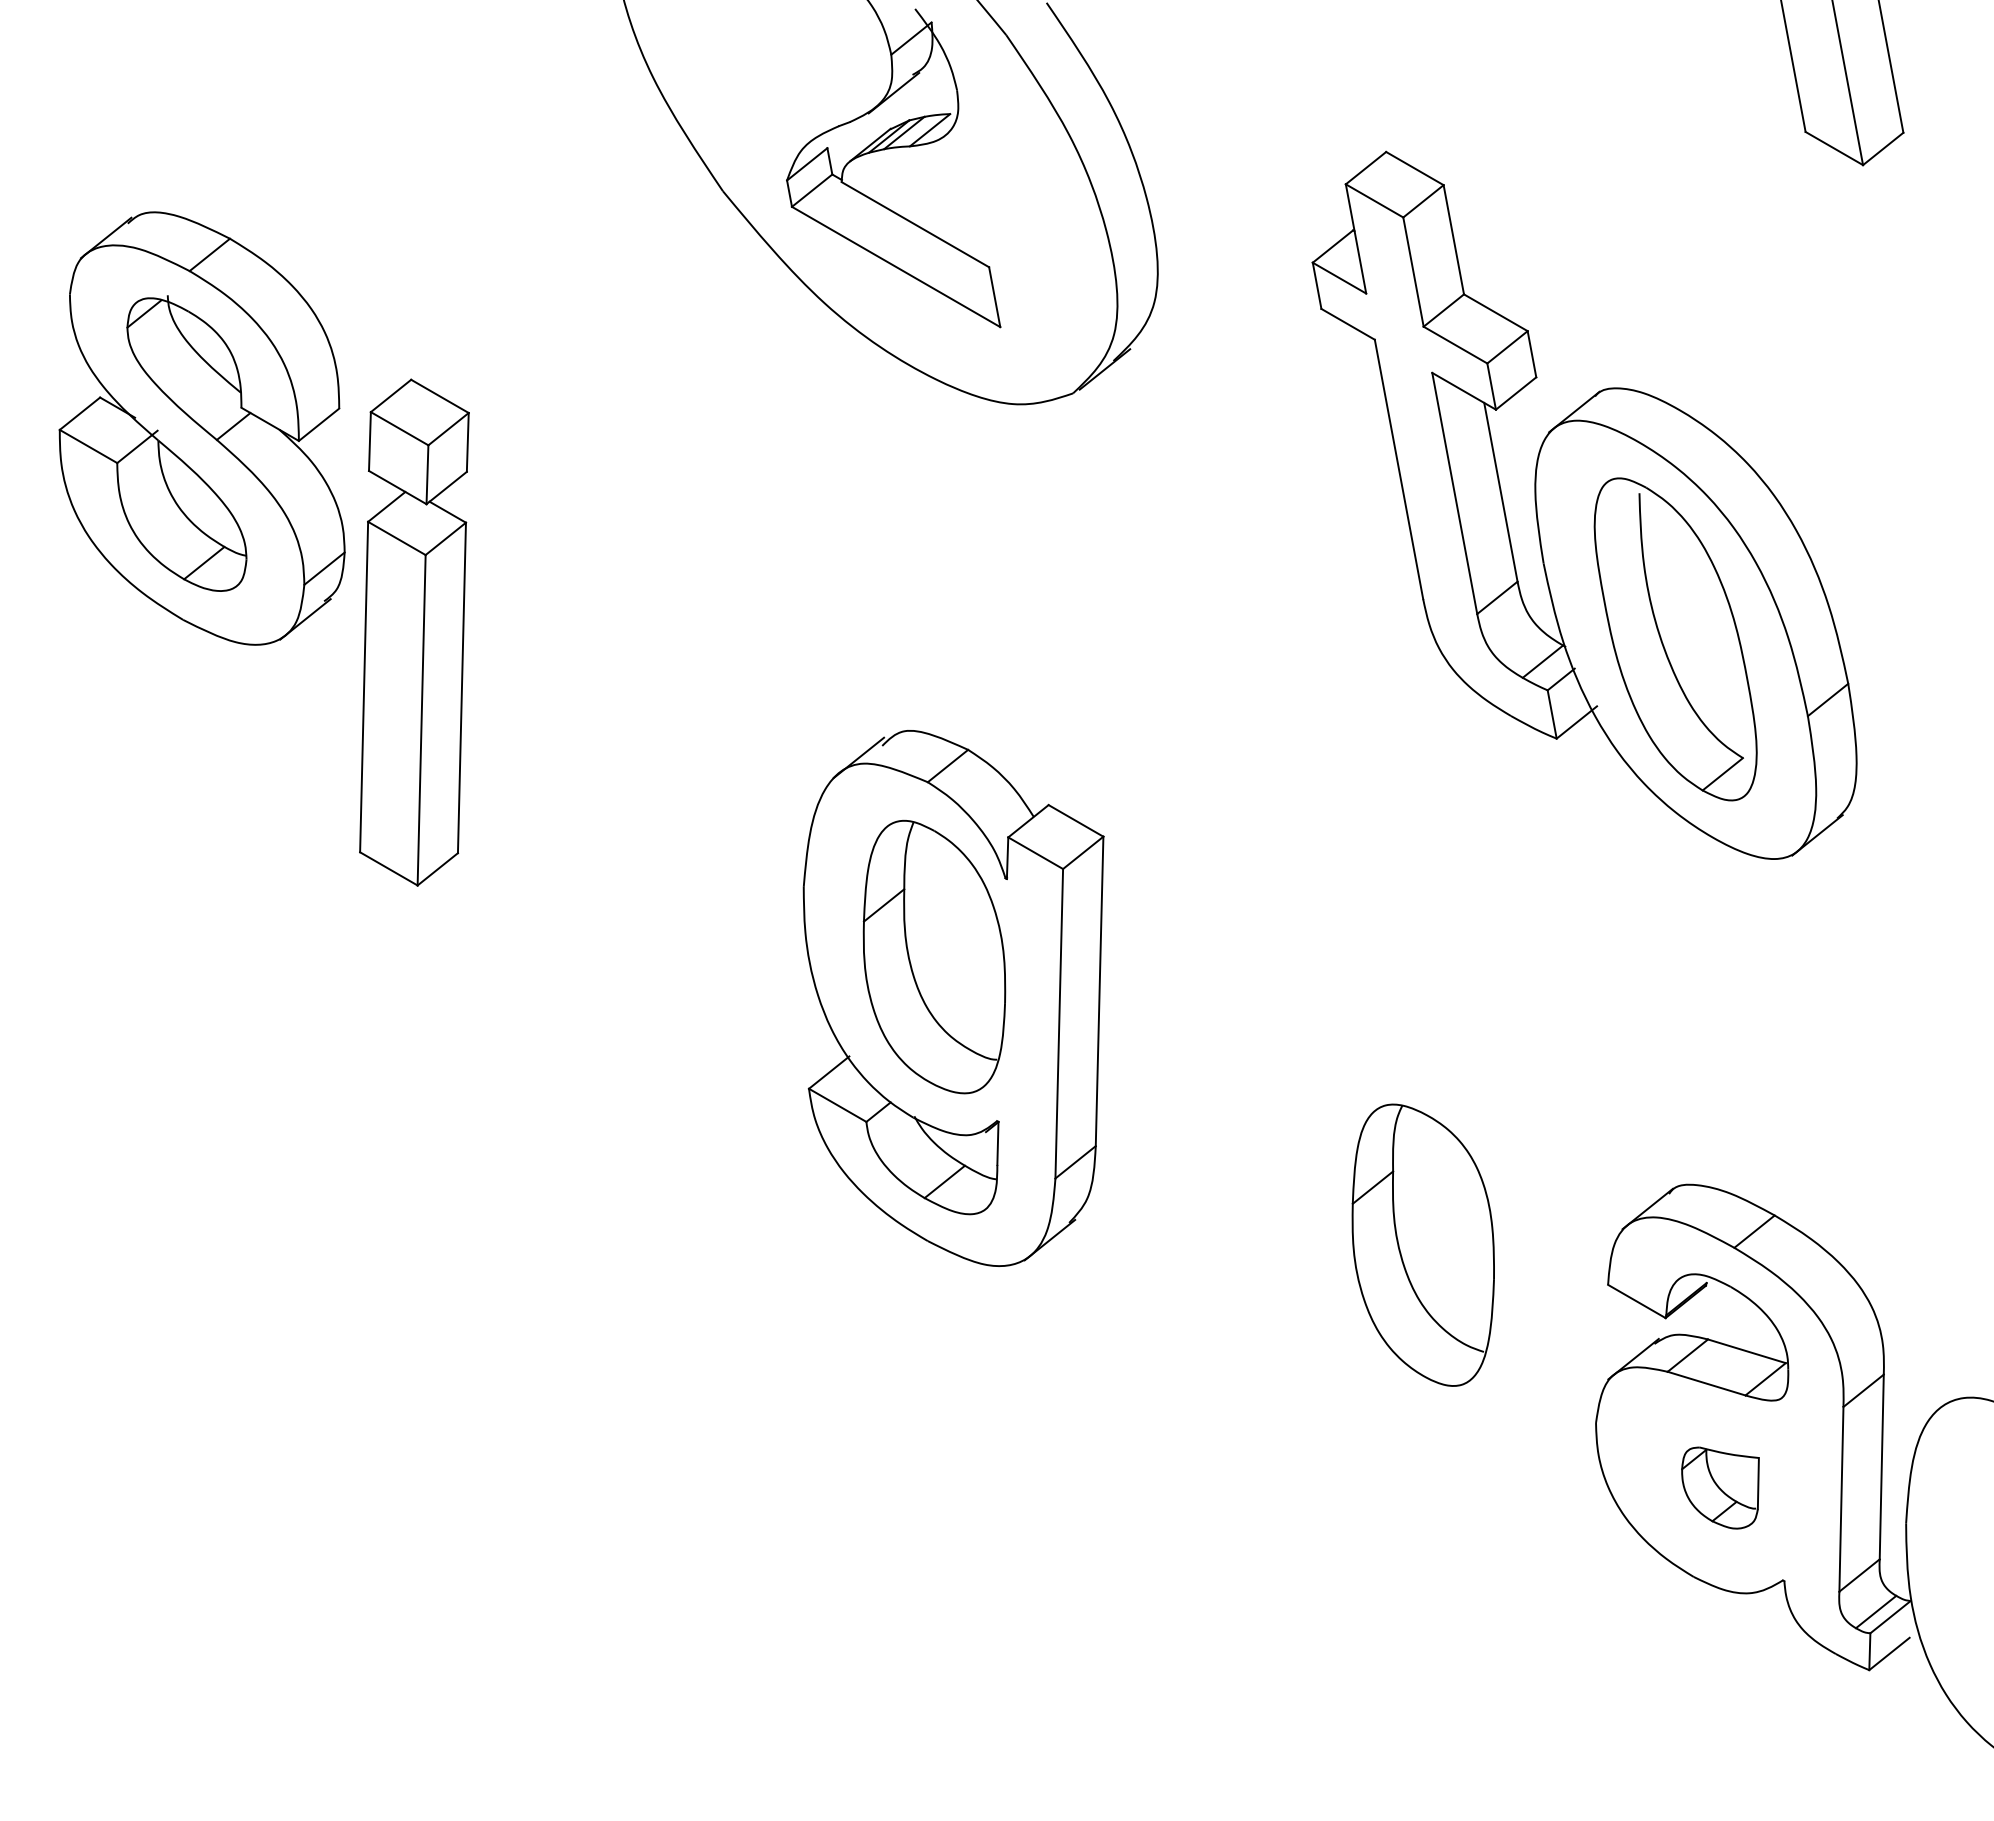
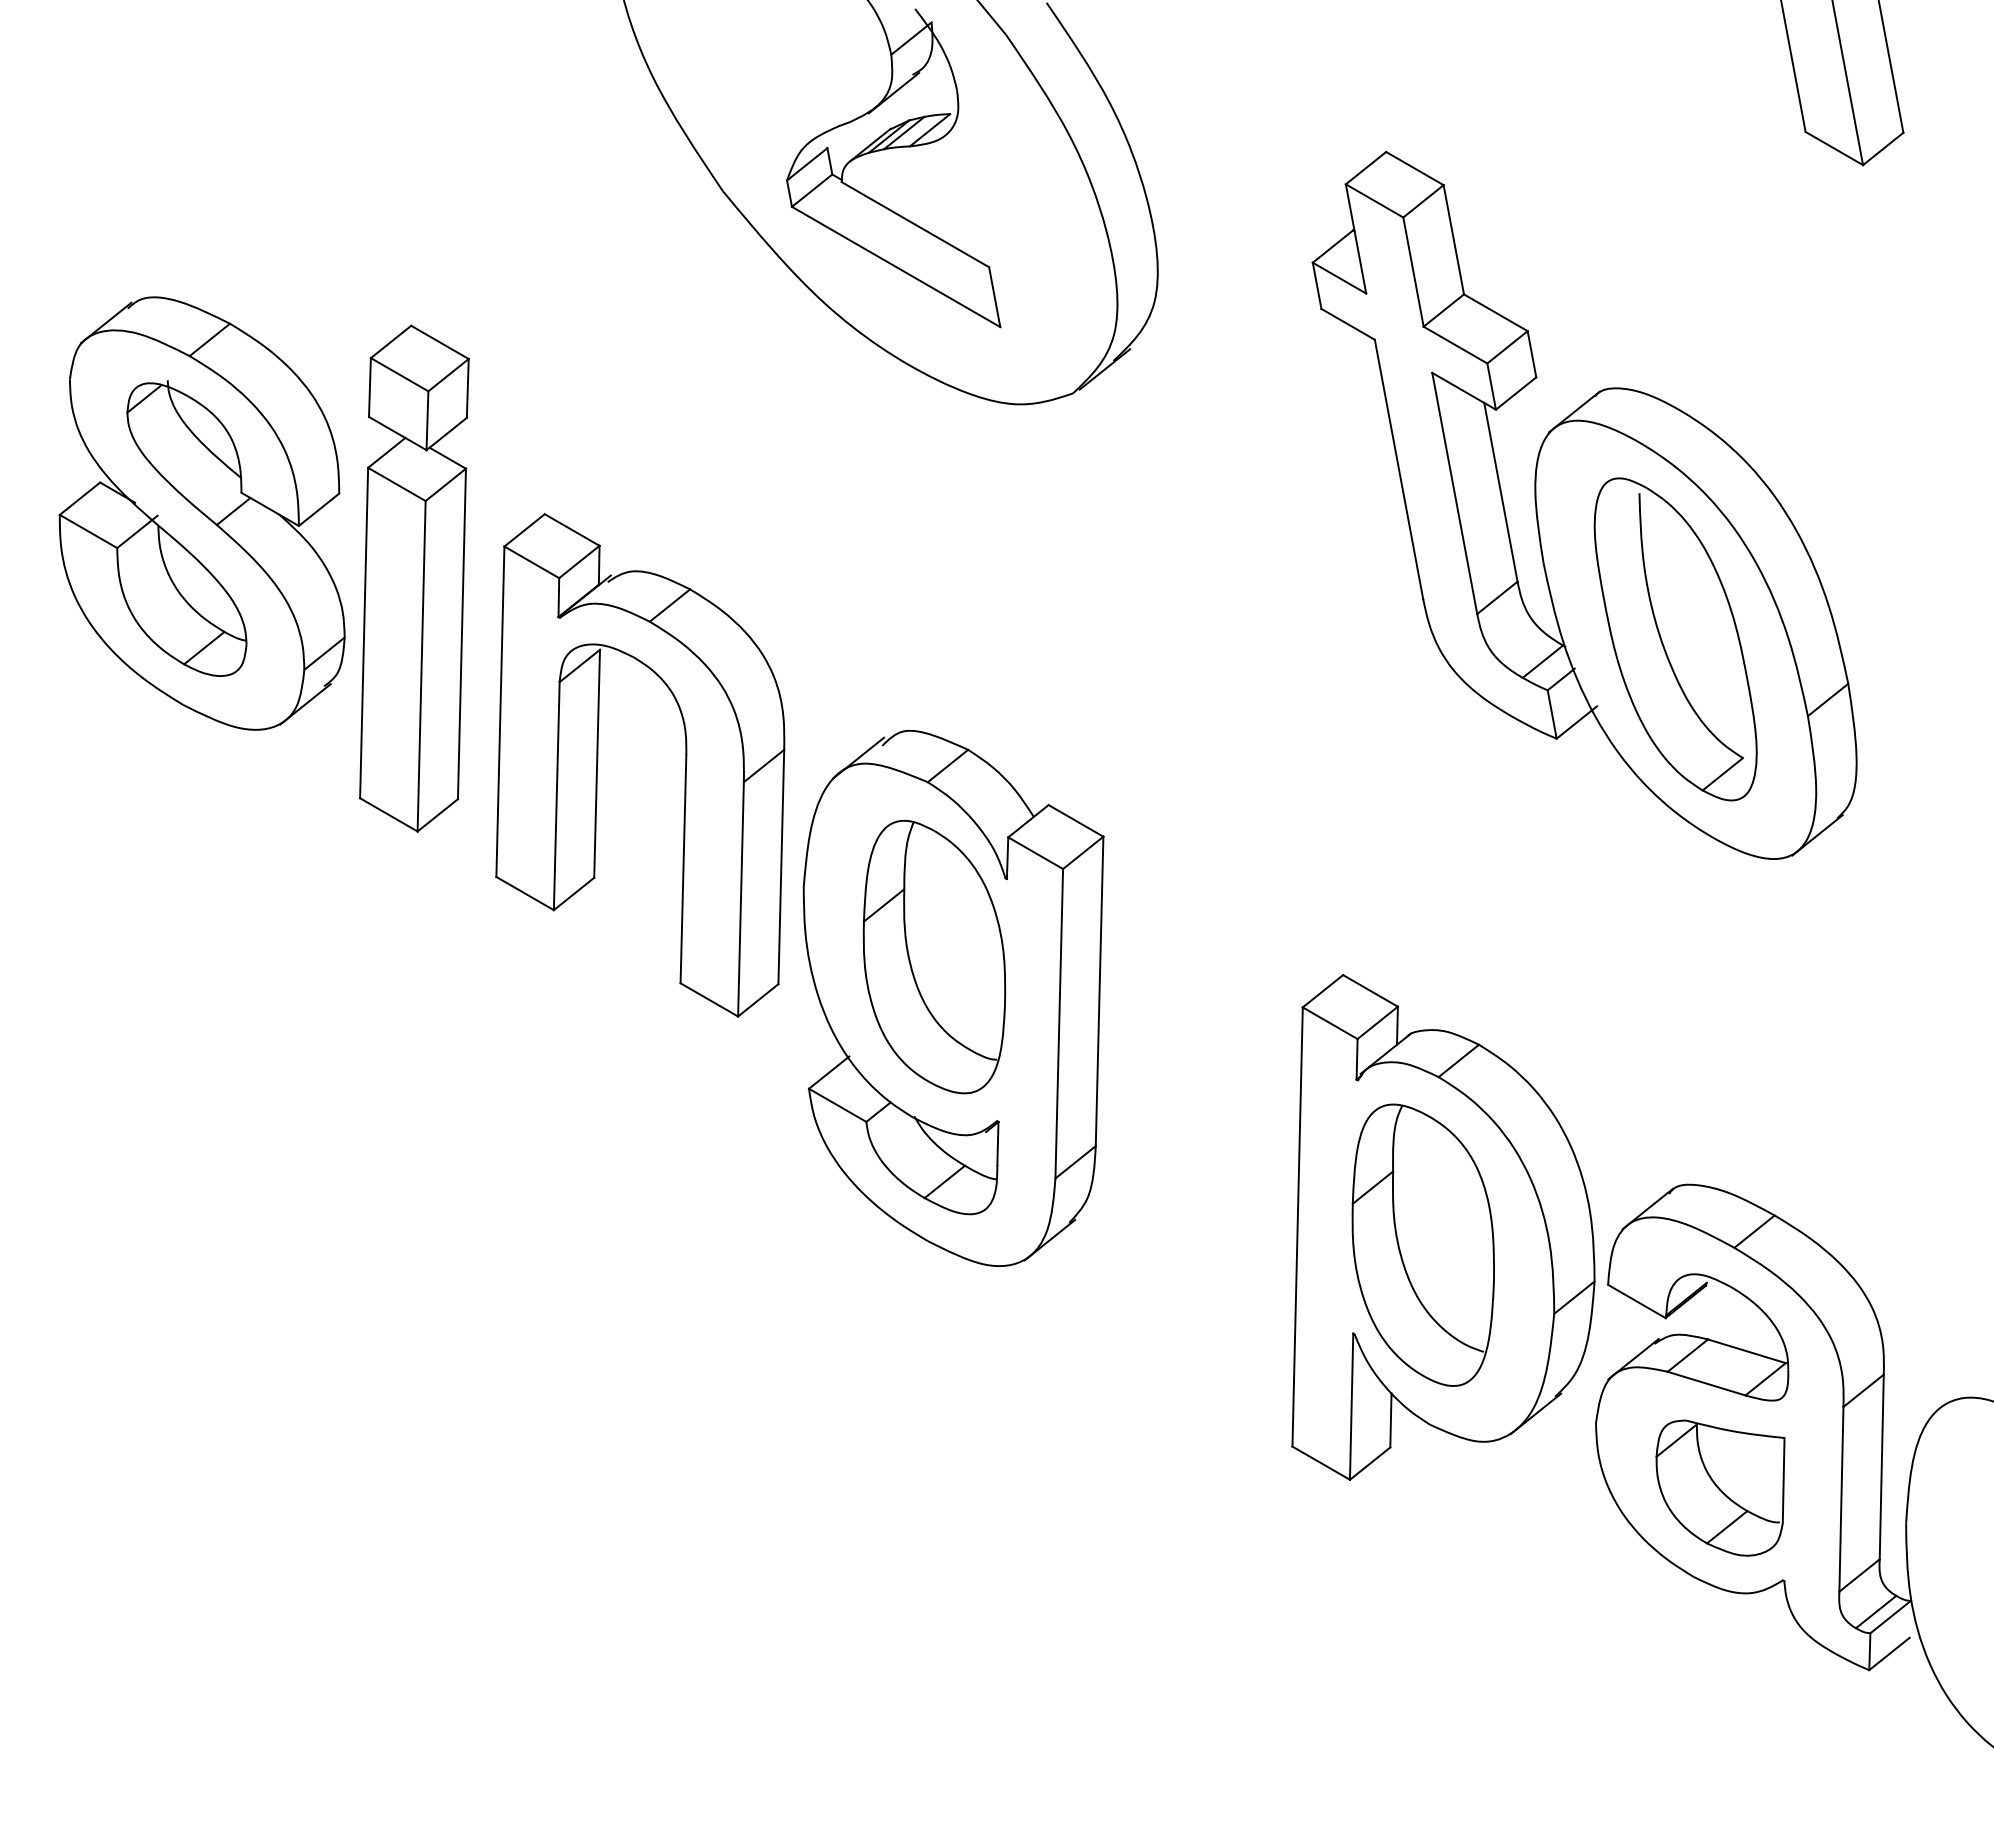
part at (201, 428) position: (201, 428) -> (201, 513)
part at (414, 632) position: (414, 632) -> (414, 578)
part at (598, 761): none -> present
part at (1443, 1227): none -> present
part at (1720, 1487) size: 79x84 px -> 131x138 px
